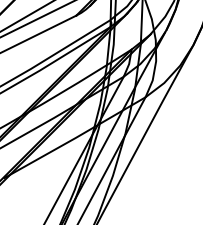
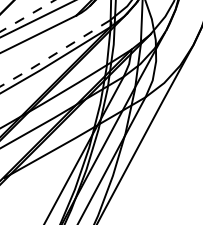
line at (27, 15): solid -> dashed
line at (54, 54): solid -> dashed
